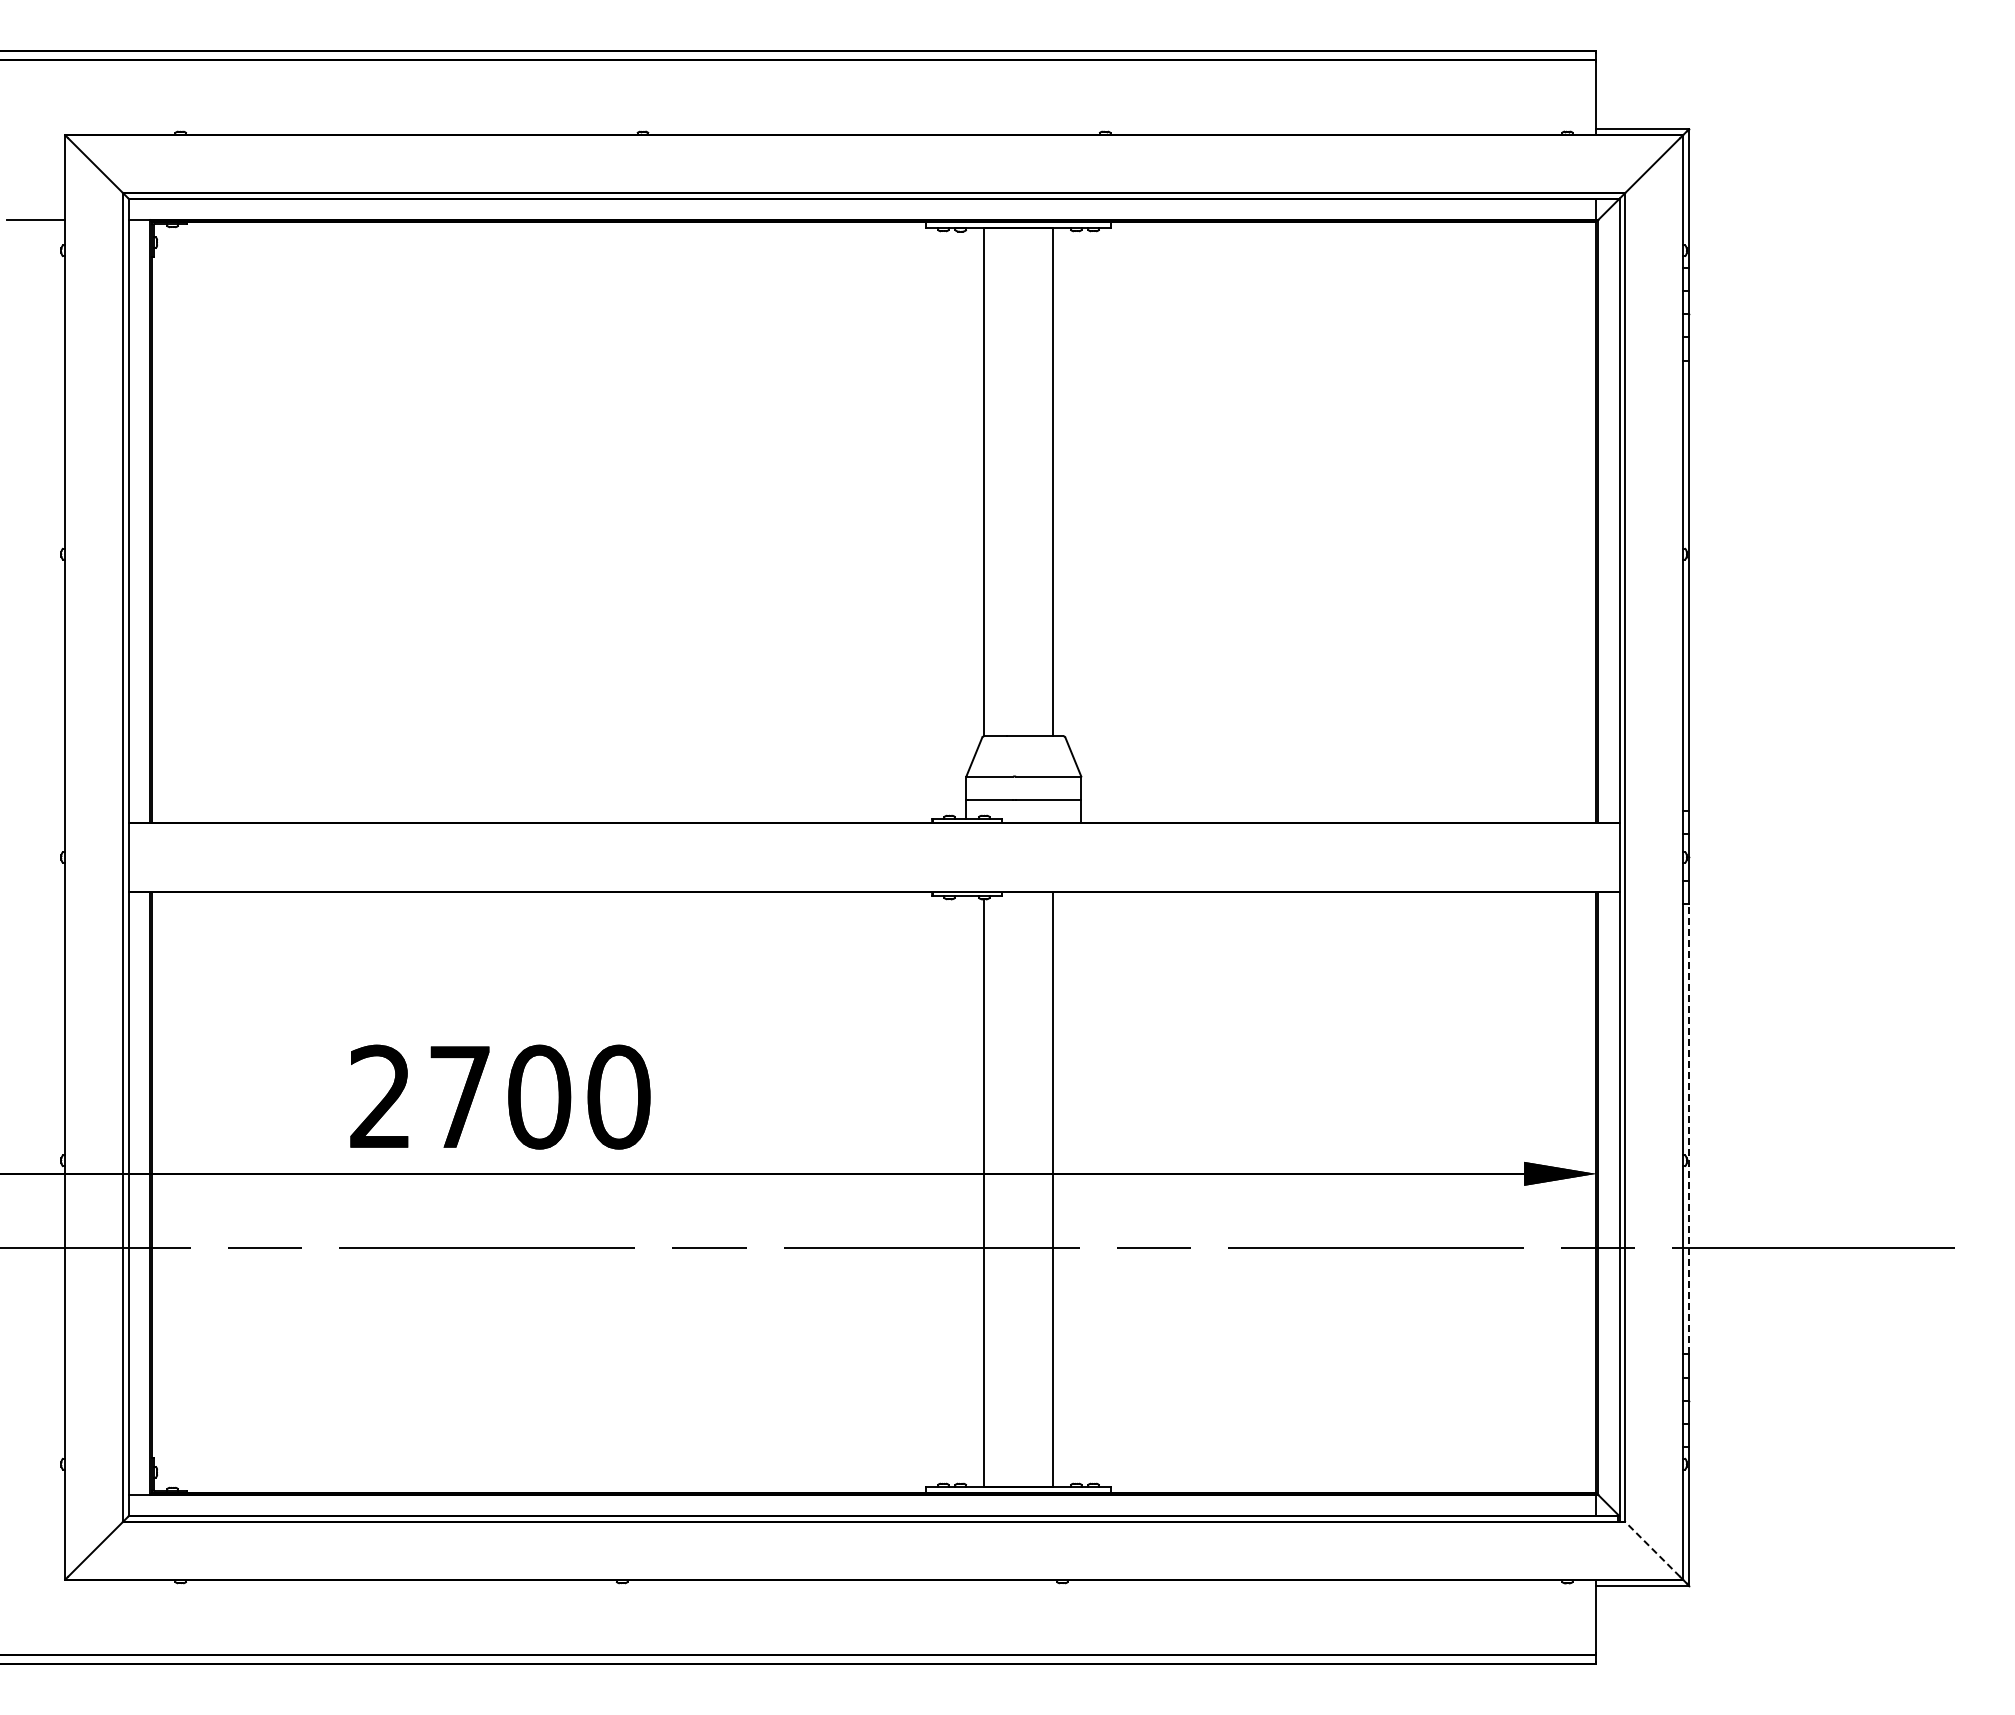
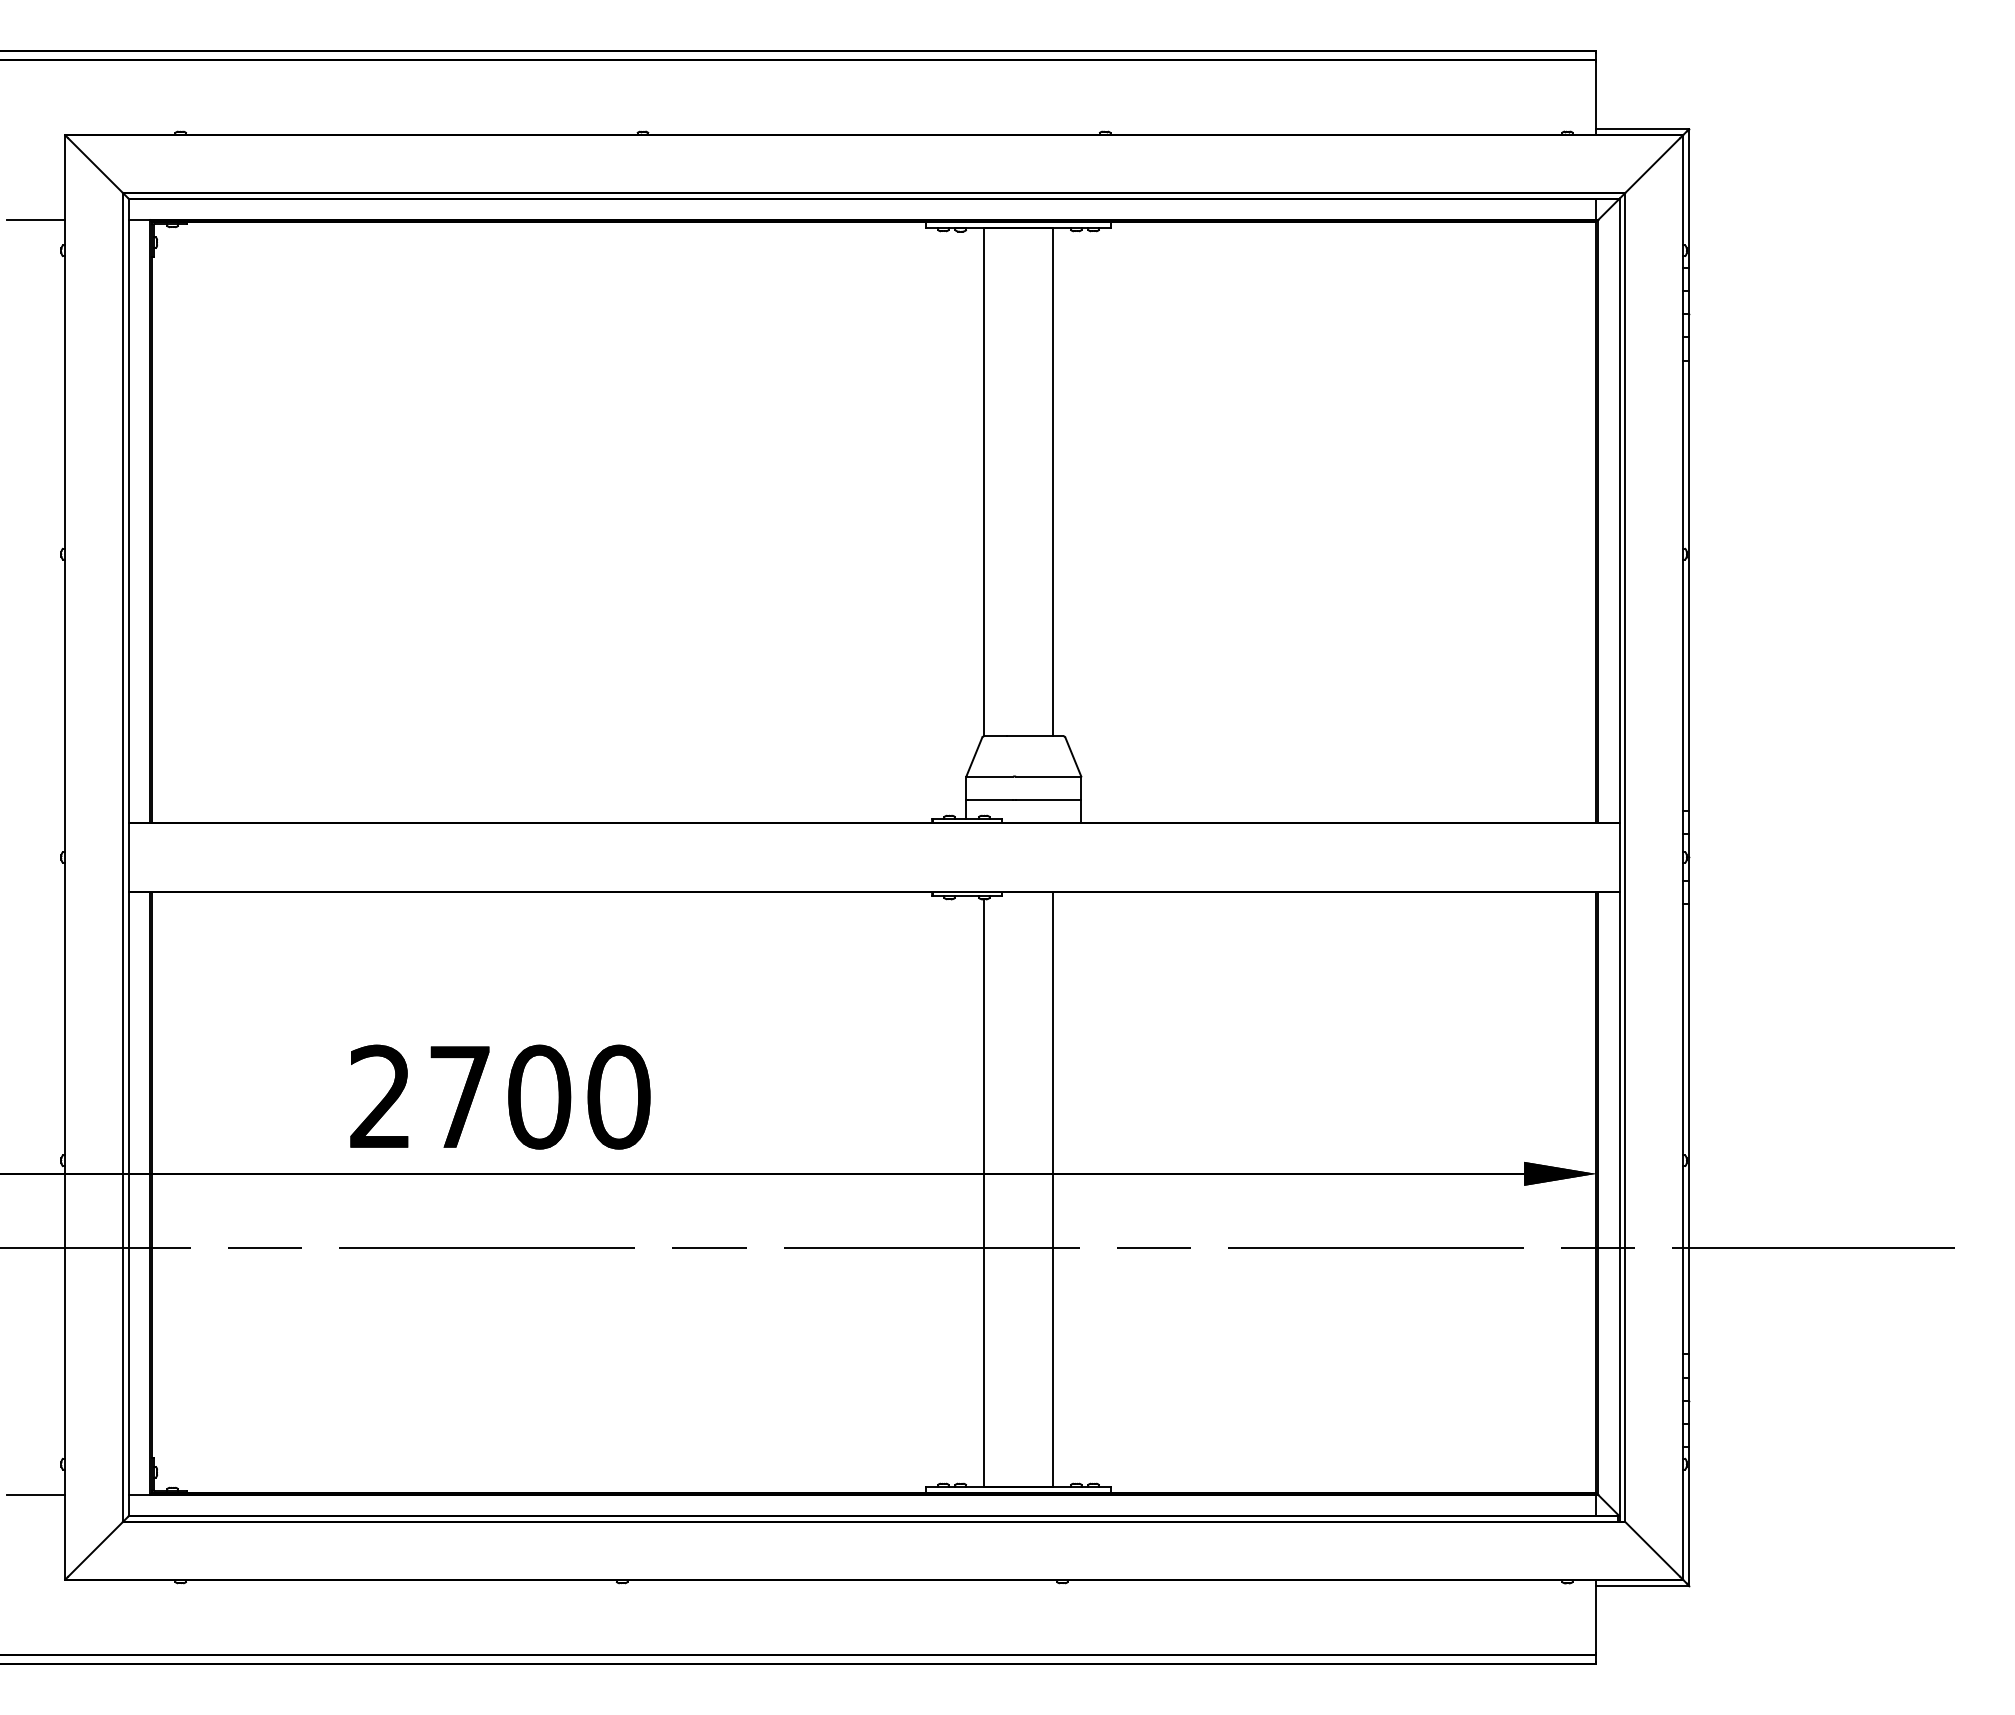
line at (1688, 1128): dashed -> solid
line at (36, 1494): none -> present
line at (1652, 1549): dashed -> solid
